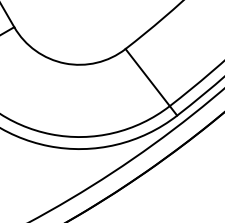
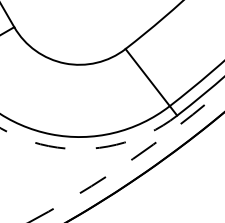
arc at (91, 148): solid -> dashed
arc at (130, 160): solid -> dashed
